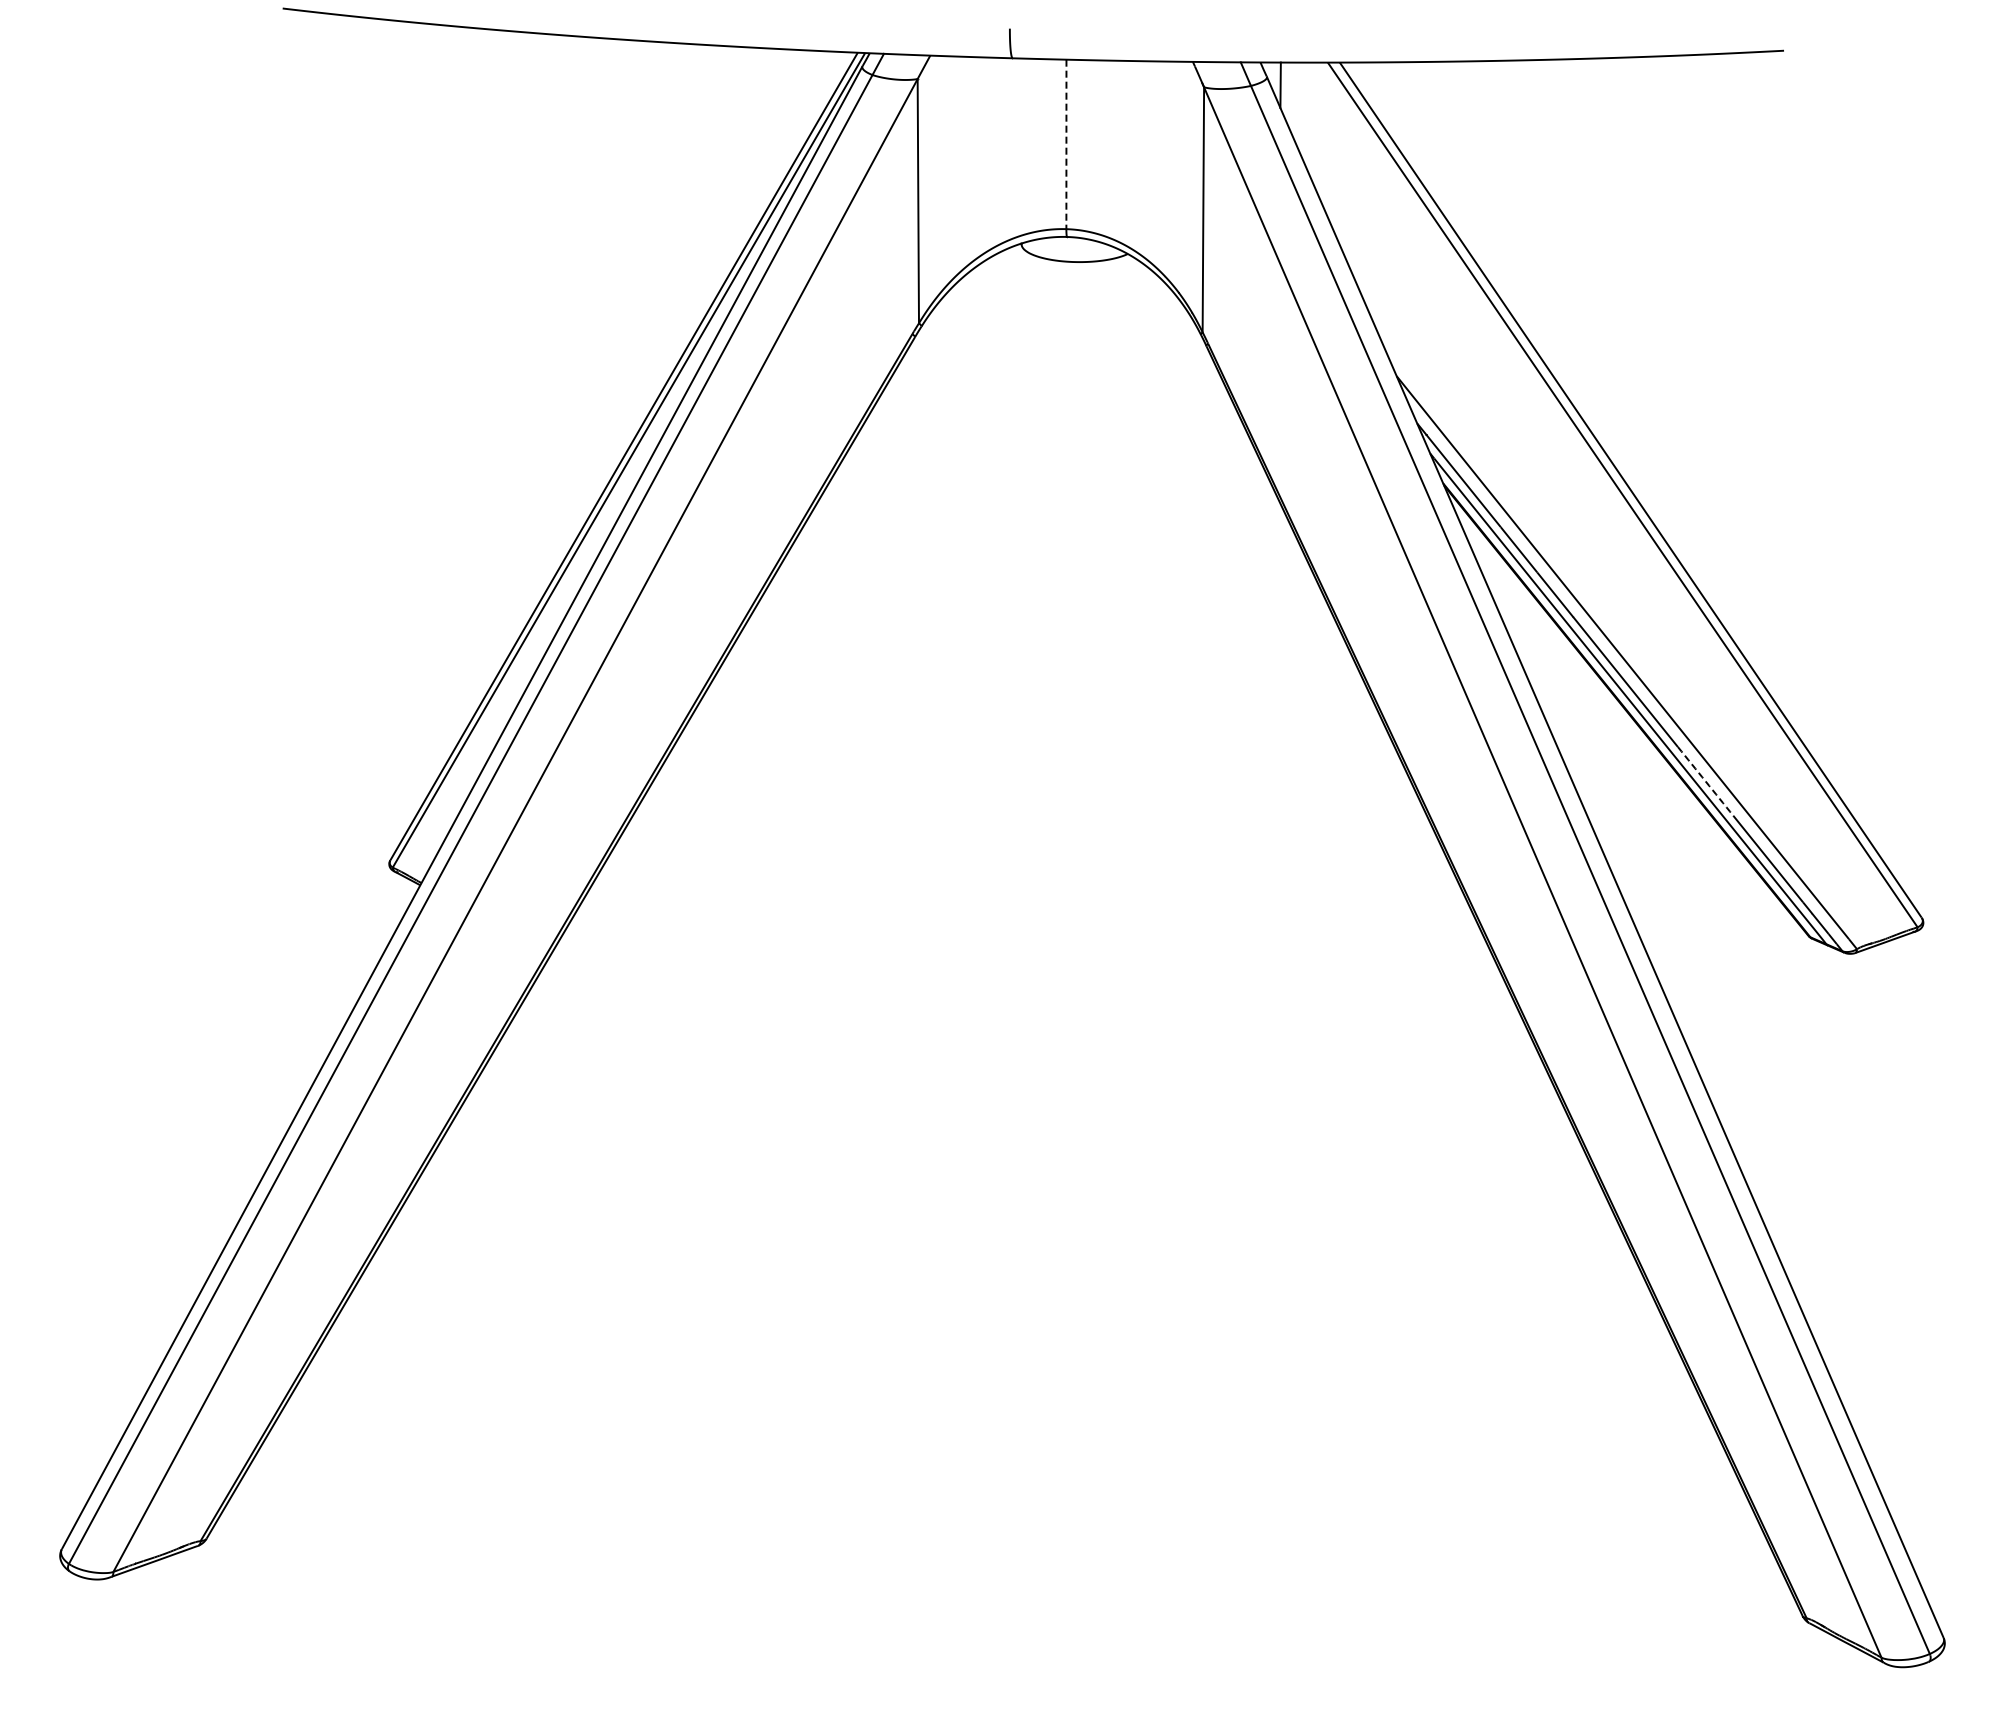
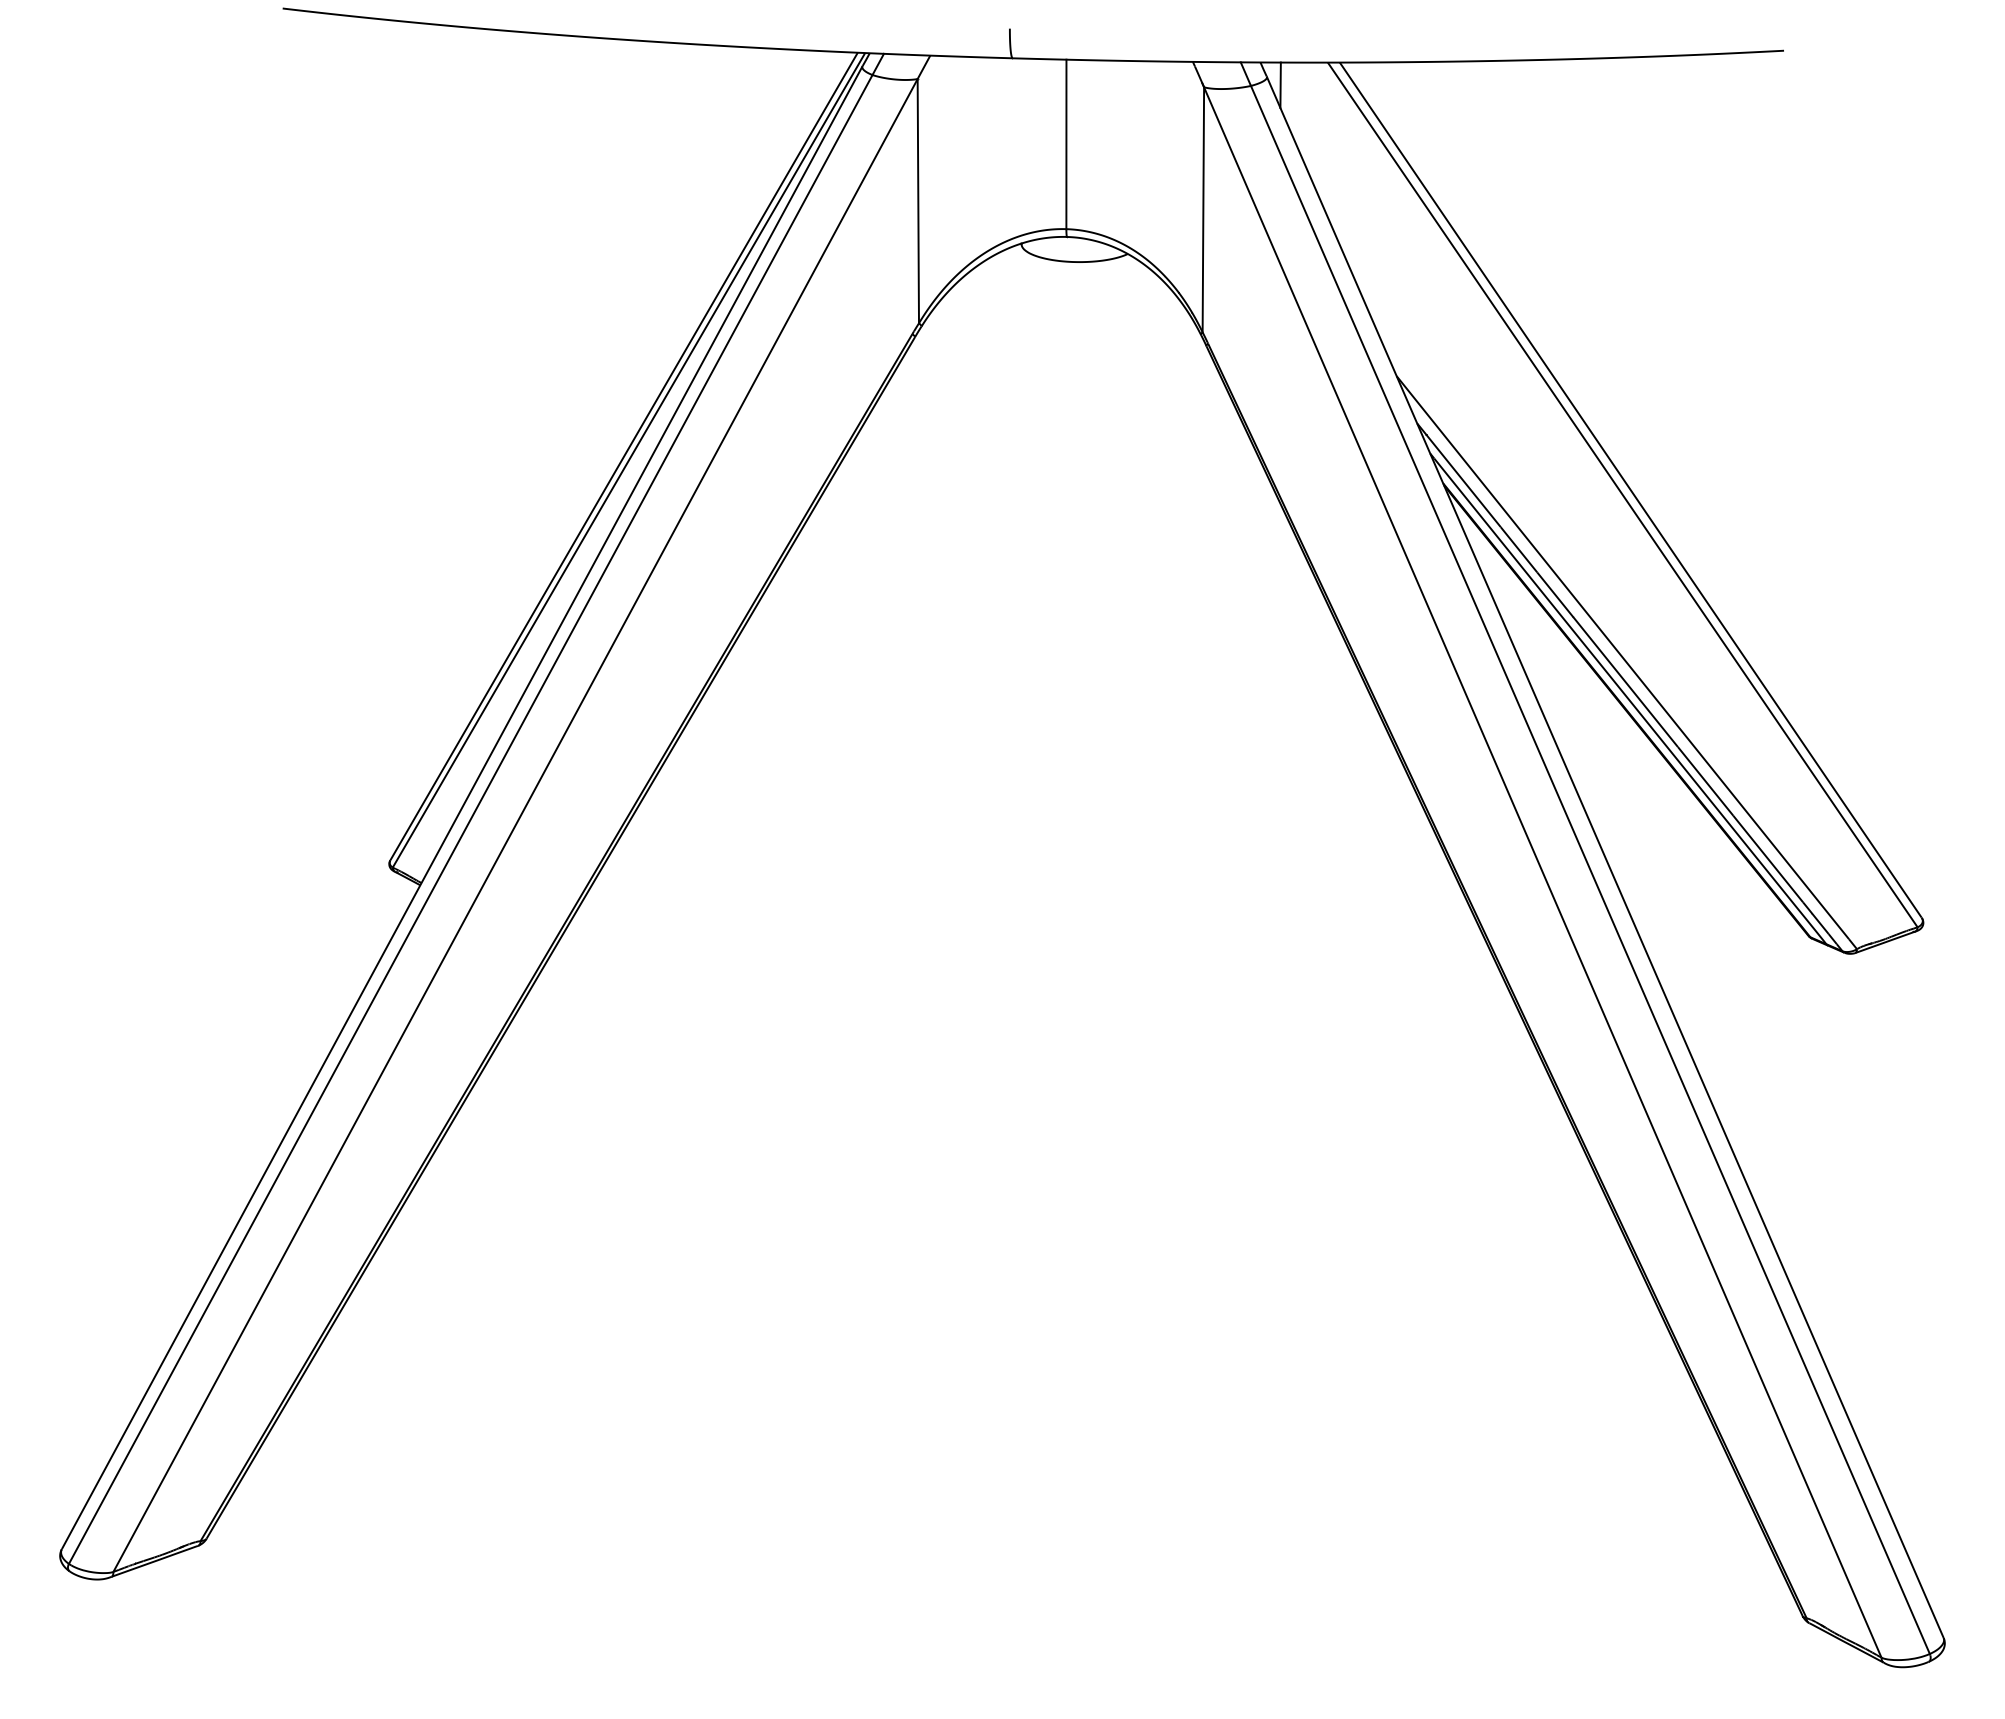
line at (1066, 144): dashed -> solid
arc at (1705, 781): dashed -> solid
